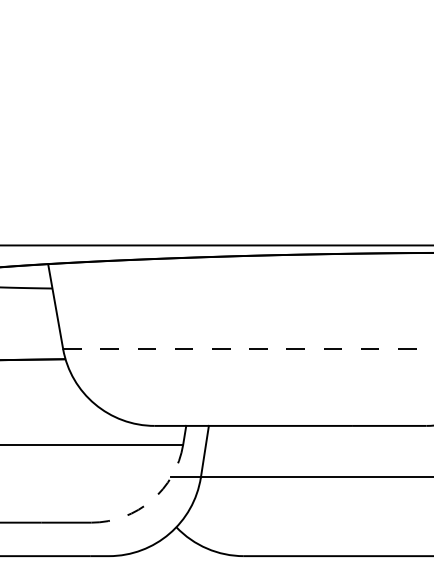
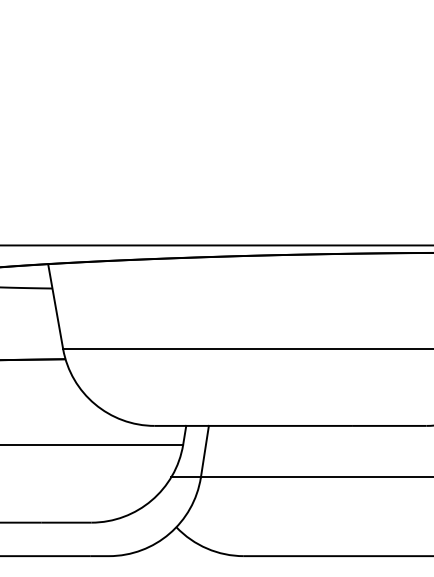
line at (248, 349): dashed -> solid
arc at (151, 500): dashed -> solid
